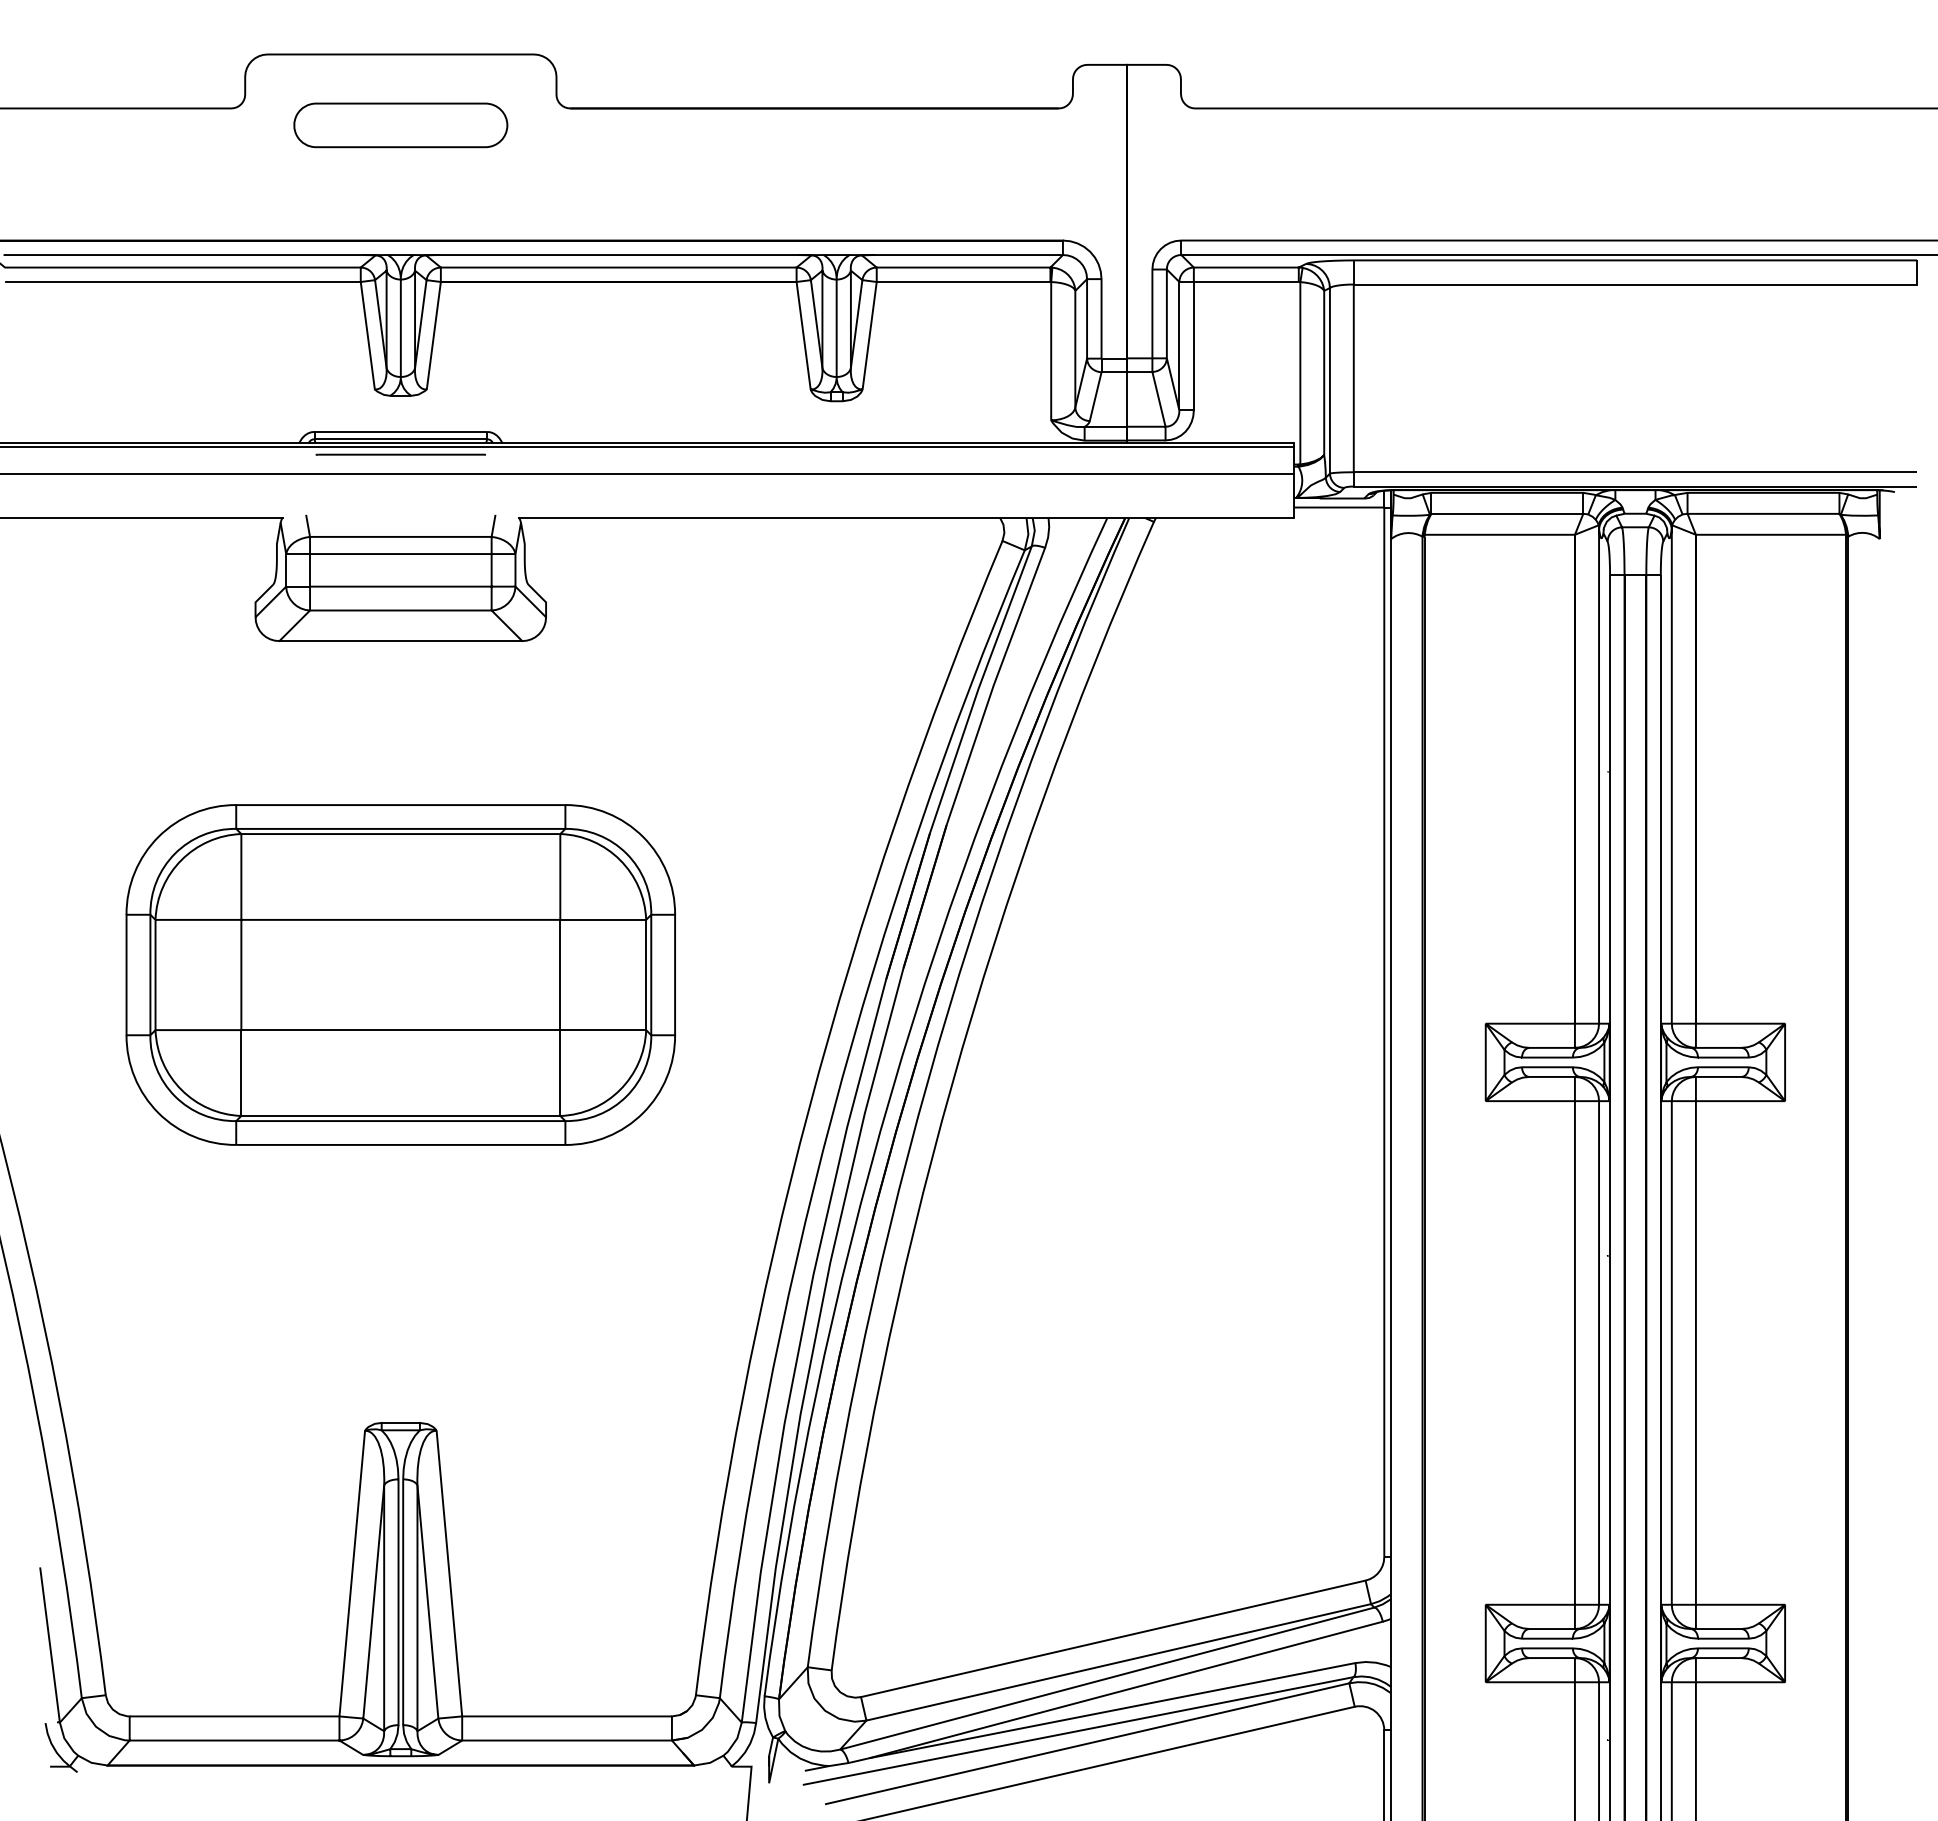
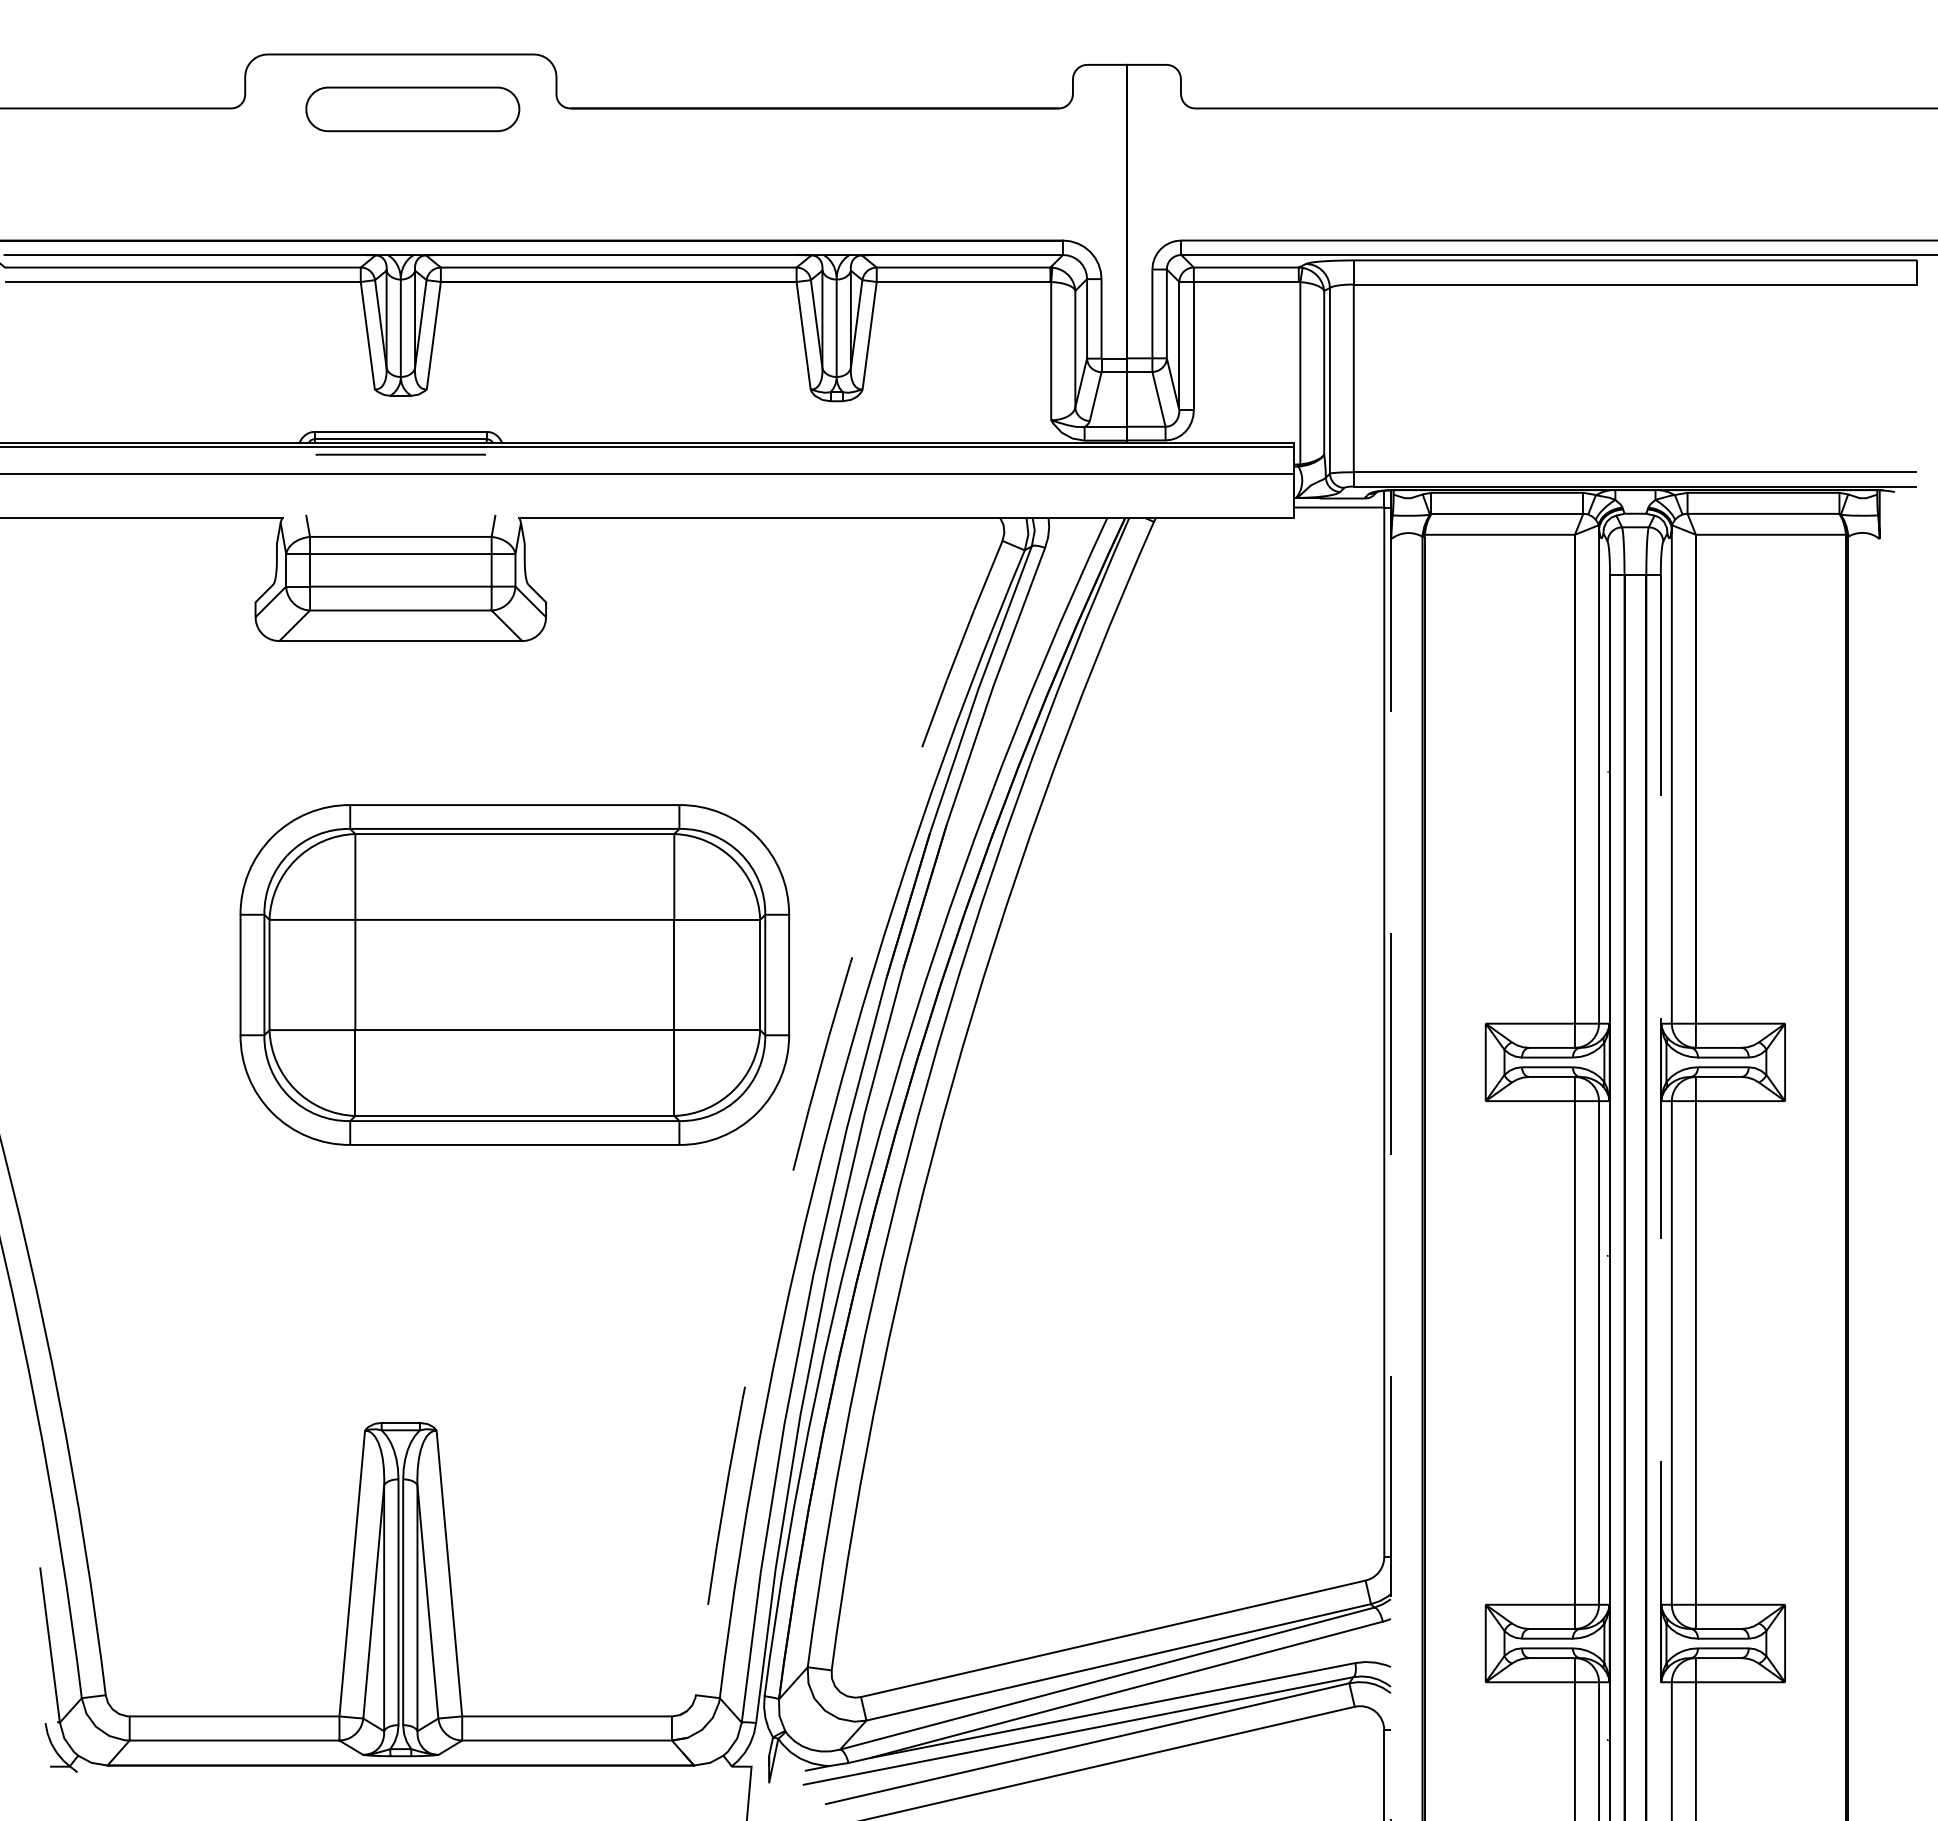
part at (400, 125) position: (400, 125) -> (412, 109)
part at (400, 974) position: (400, 974) -> (514, 974)
arc at (809, 1107): solid -> dashed
line at (1390, 1155): solid -> dashed
line at (1660, 1197): solid -> dashed
